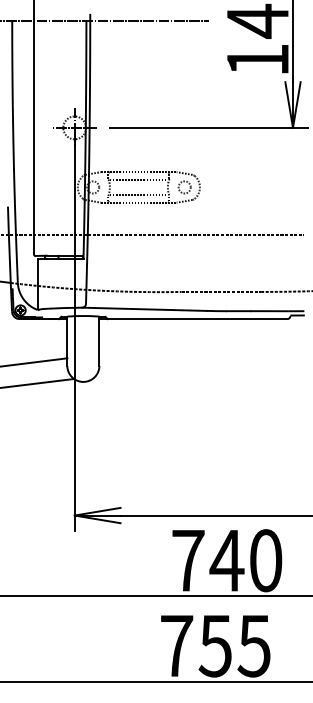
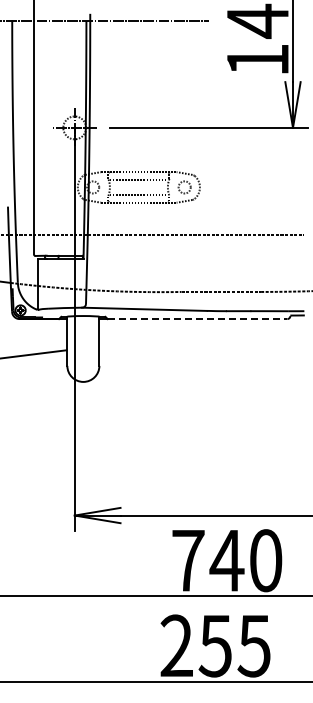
line at (197, 319): solid -> dashed
line at (34, 362) position: (34, 362) -> (34, 354)
line at (38, 382): present -> none
text at (176, 645): 755 -> 255
